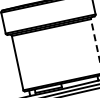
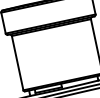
line at (95, 39): dashed -> solid
